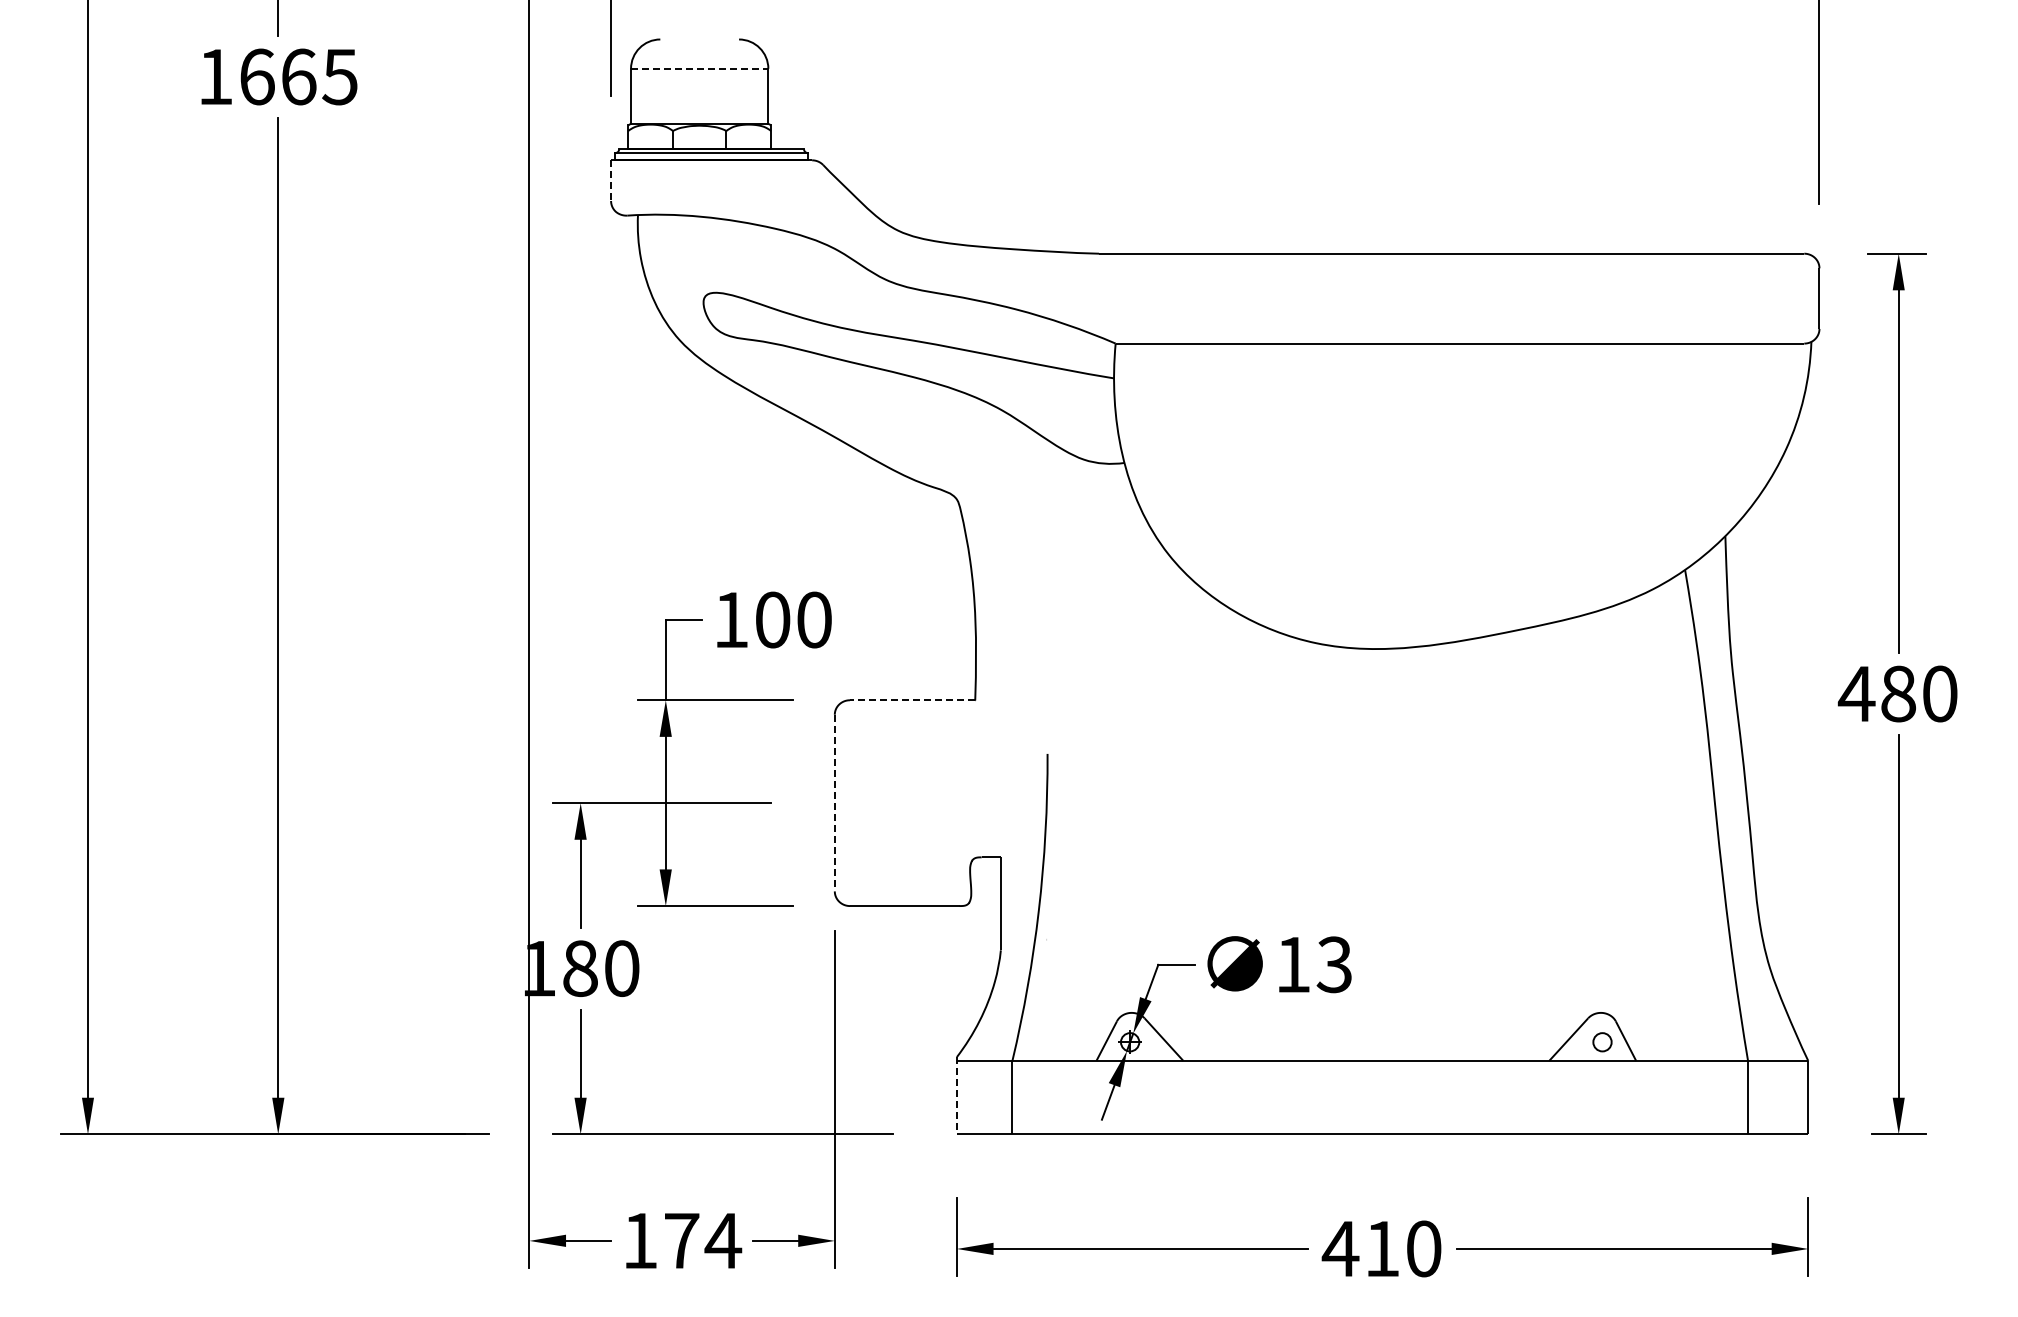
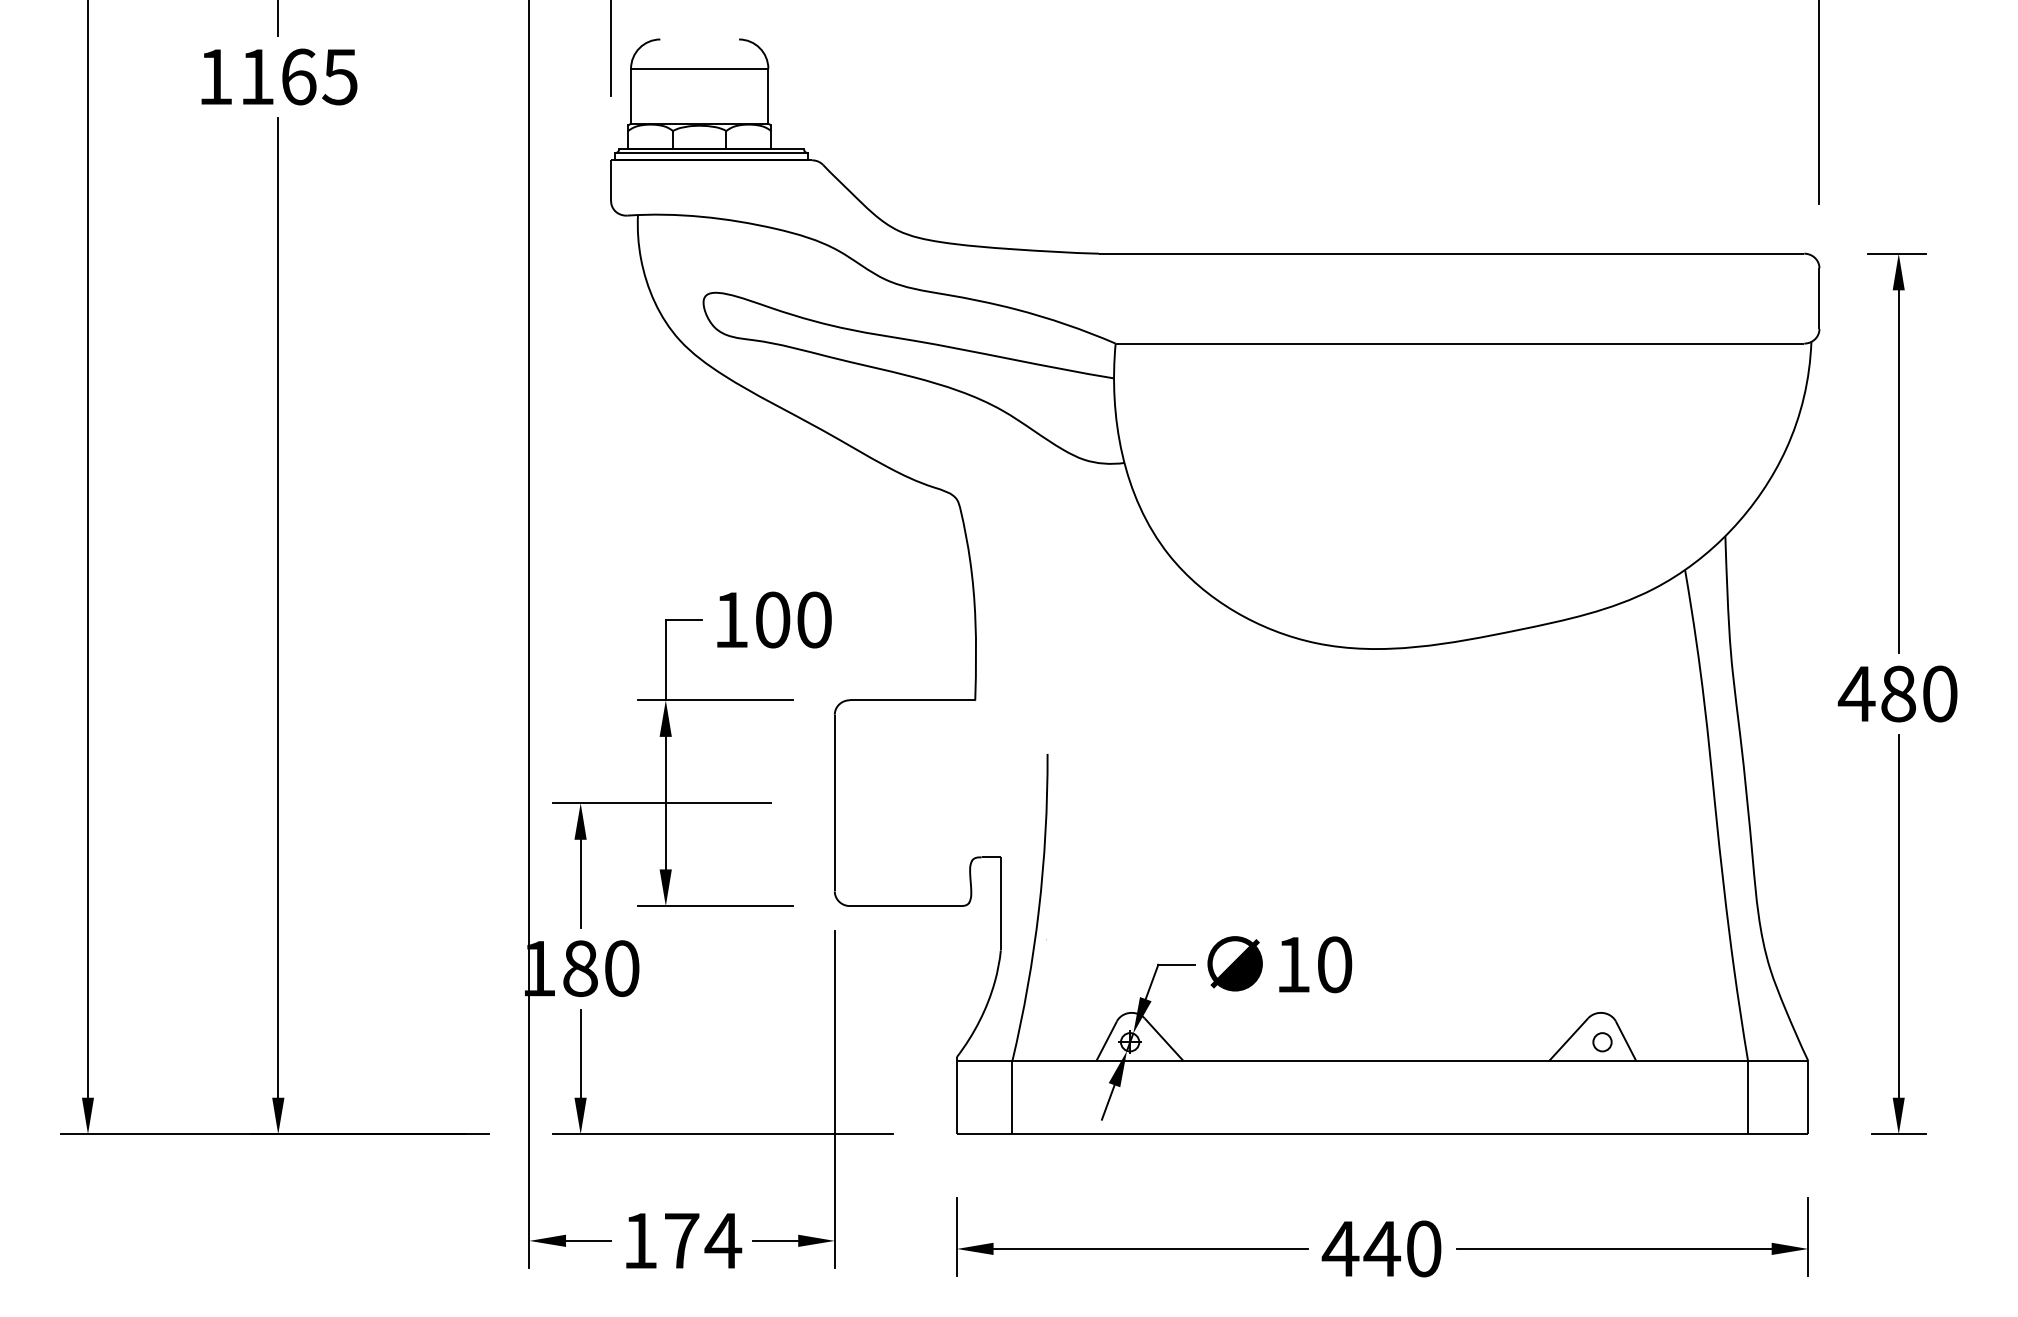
line at (699, 68): dashed -> solid
text at (257, 76): 1665 -> 1165
line at (611, 181): dashed -> solid
line at (912, 700): dashed -> solid
line at (834, 803): dashed -> solid
text at (1334, 964): 13 -> 10
line at (956, 1095): dashed -> solid
text at (1382, 1248): 410 -> 440
